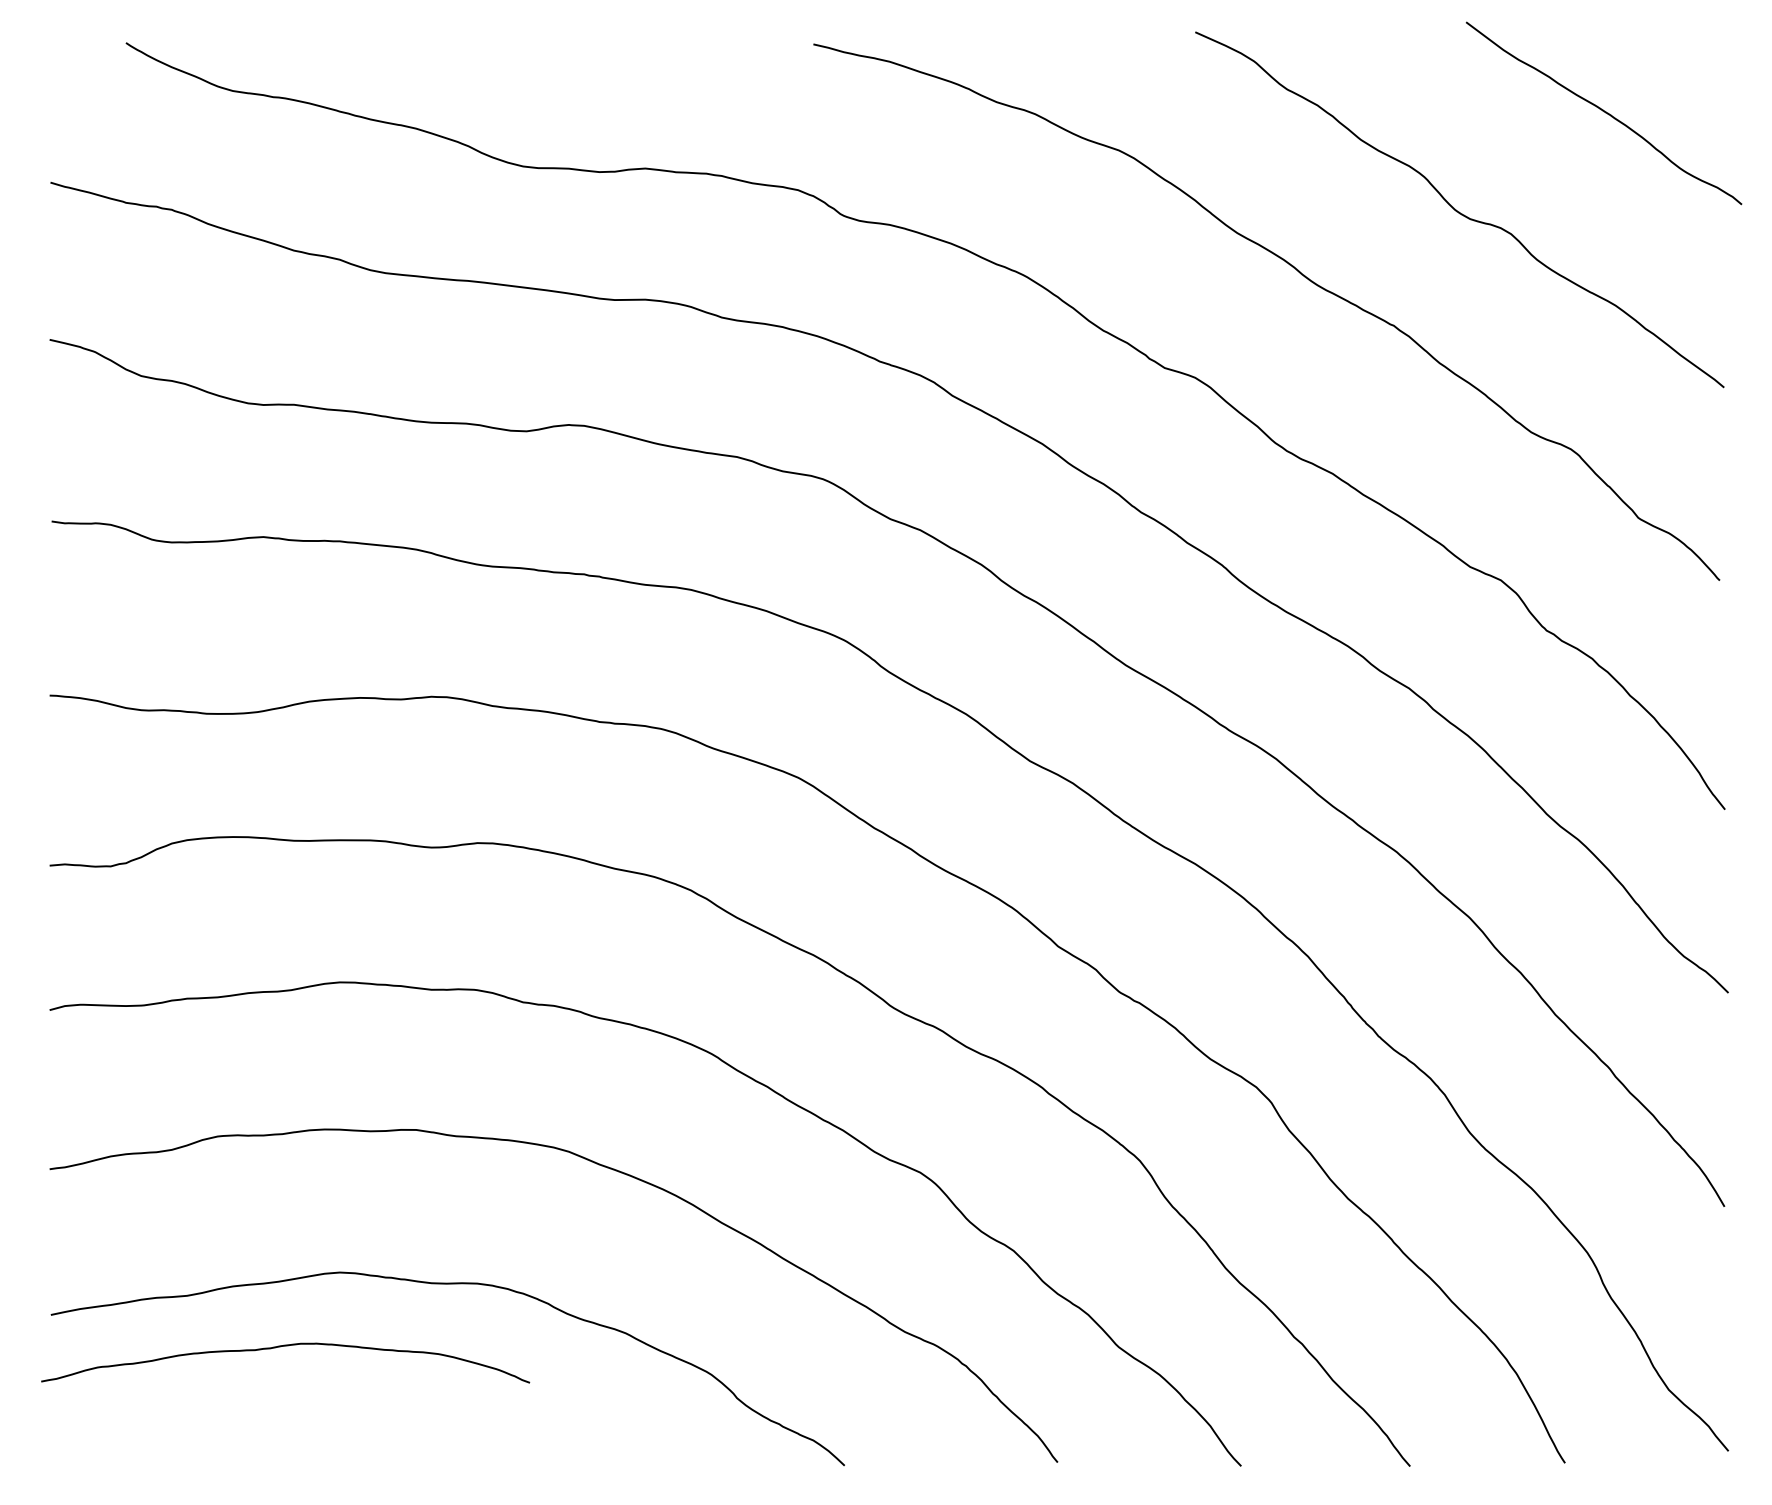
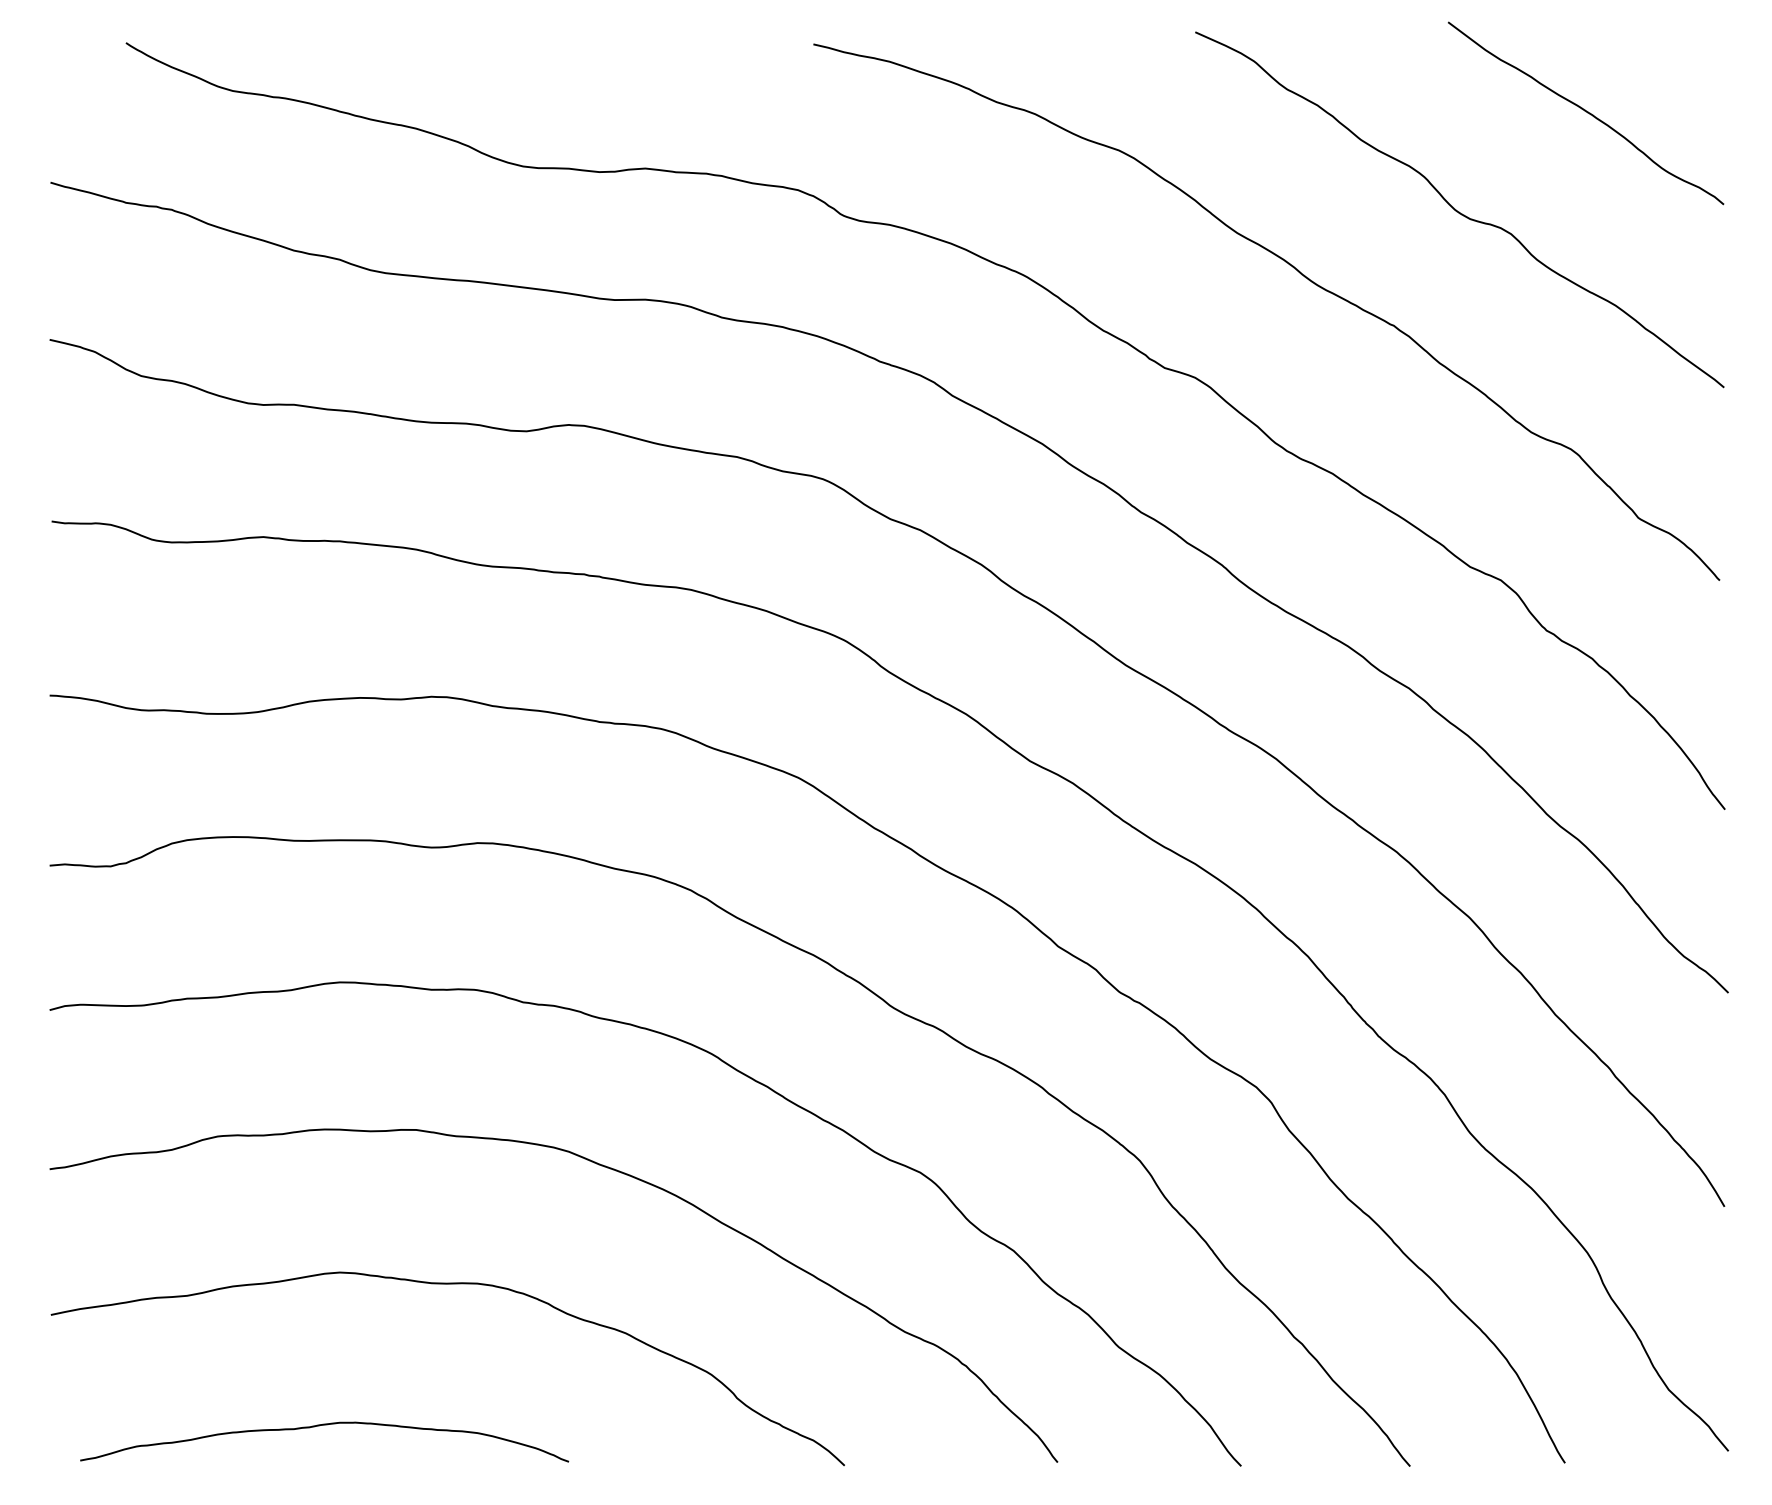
curve at (1604, 112) position: (1604, 112) -> (1586, 112)
curve at (280, 1347) position: (280, 1347) -> (319, 1426)
